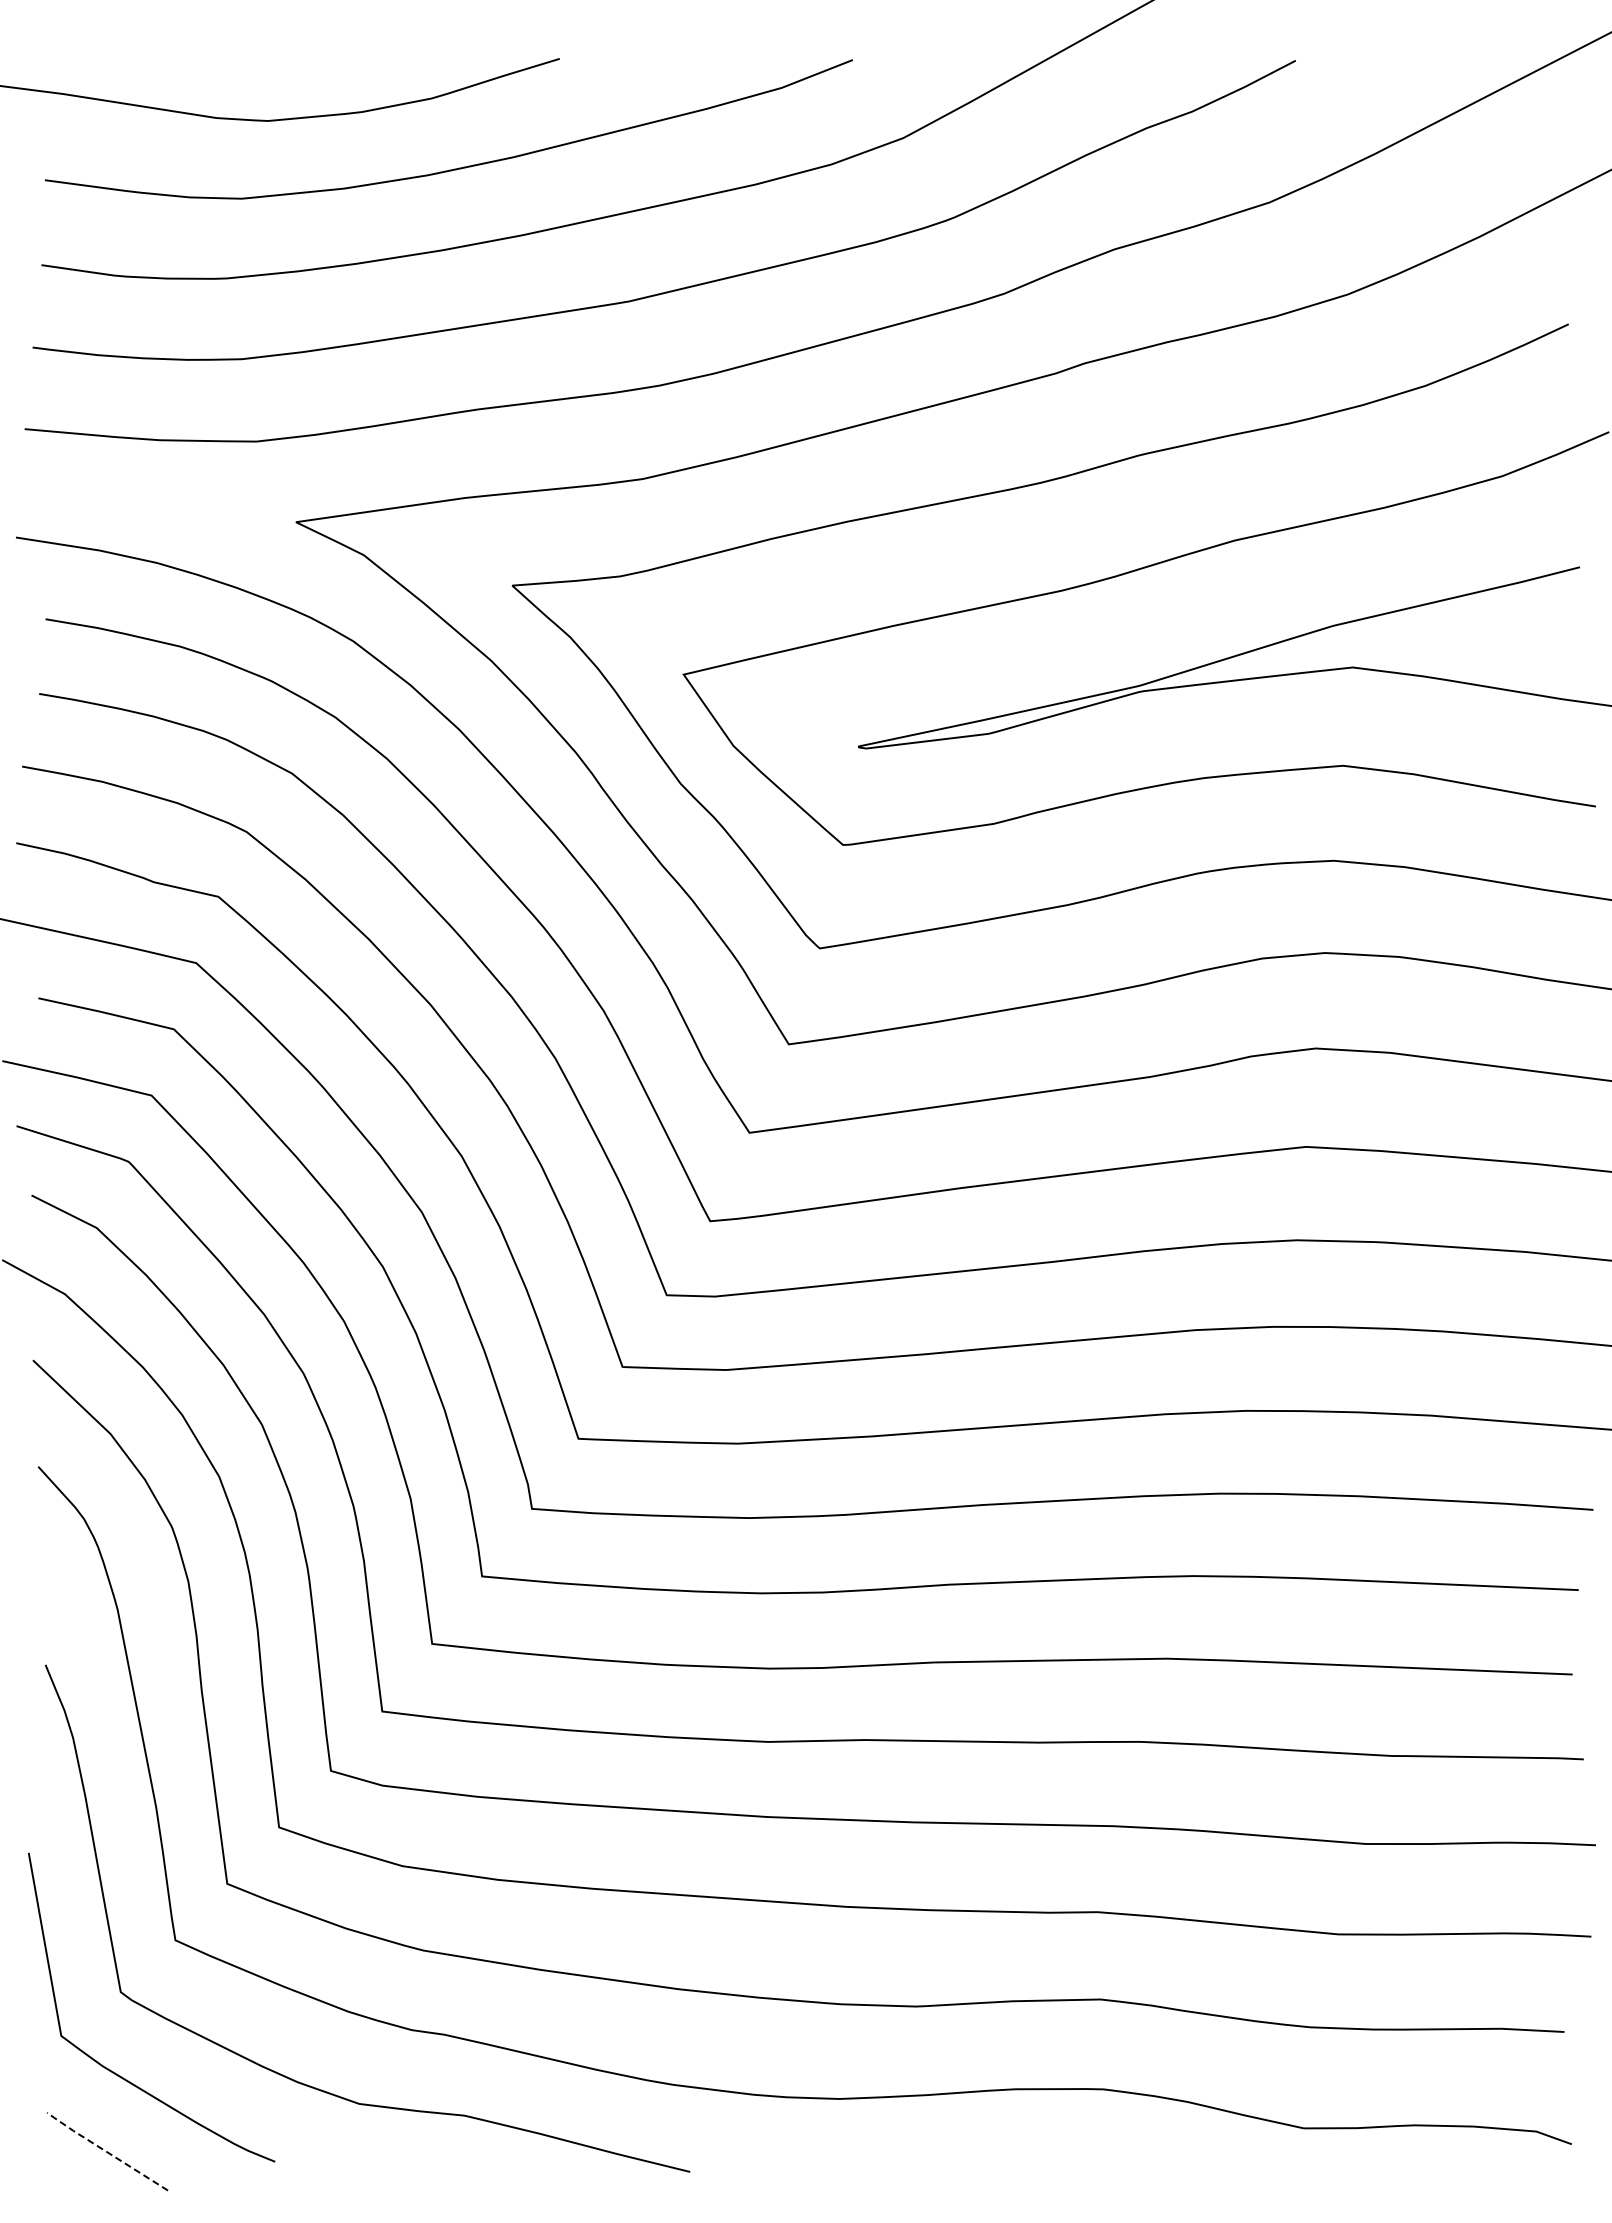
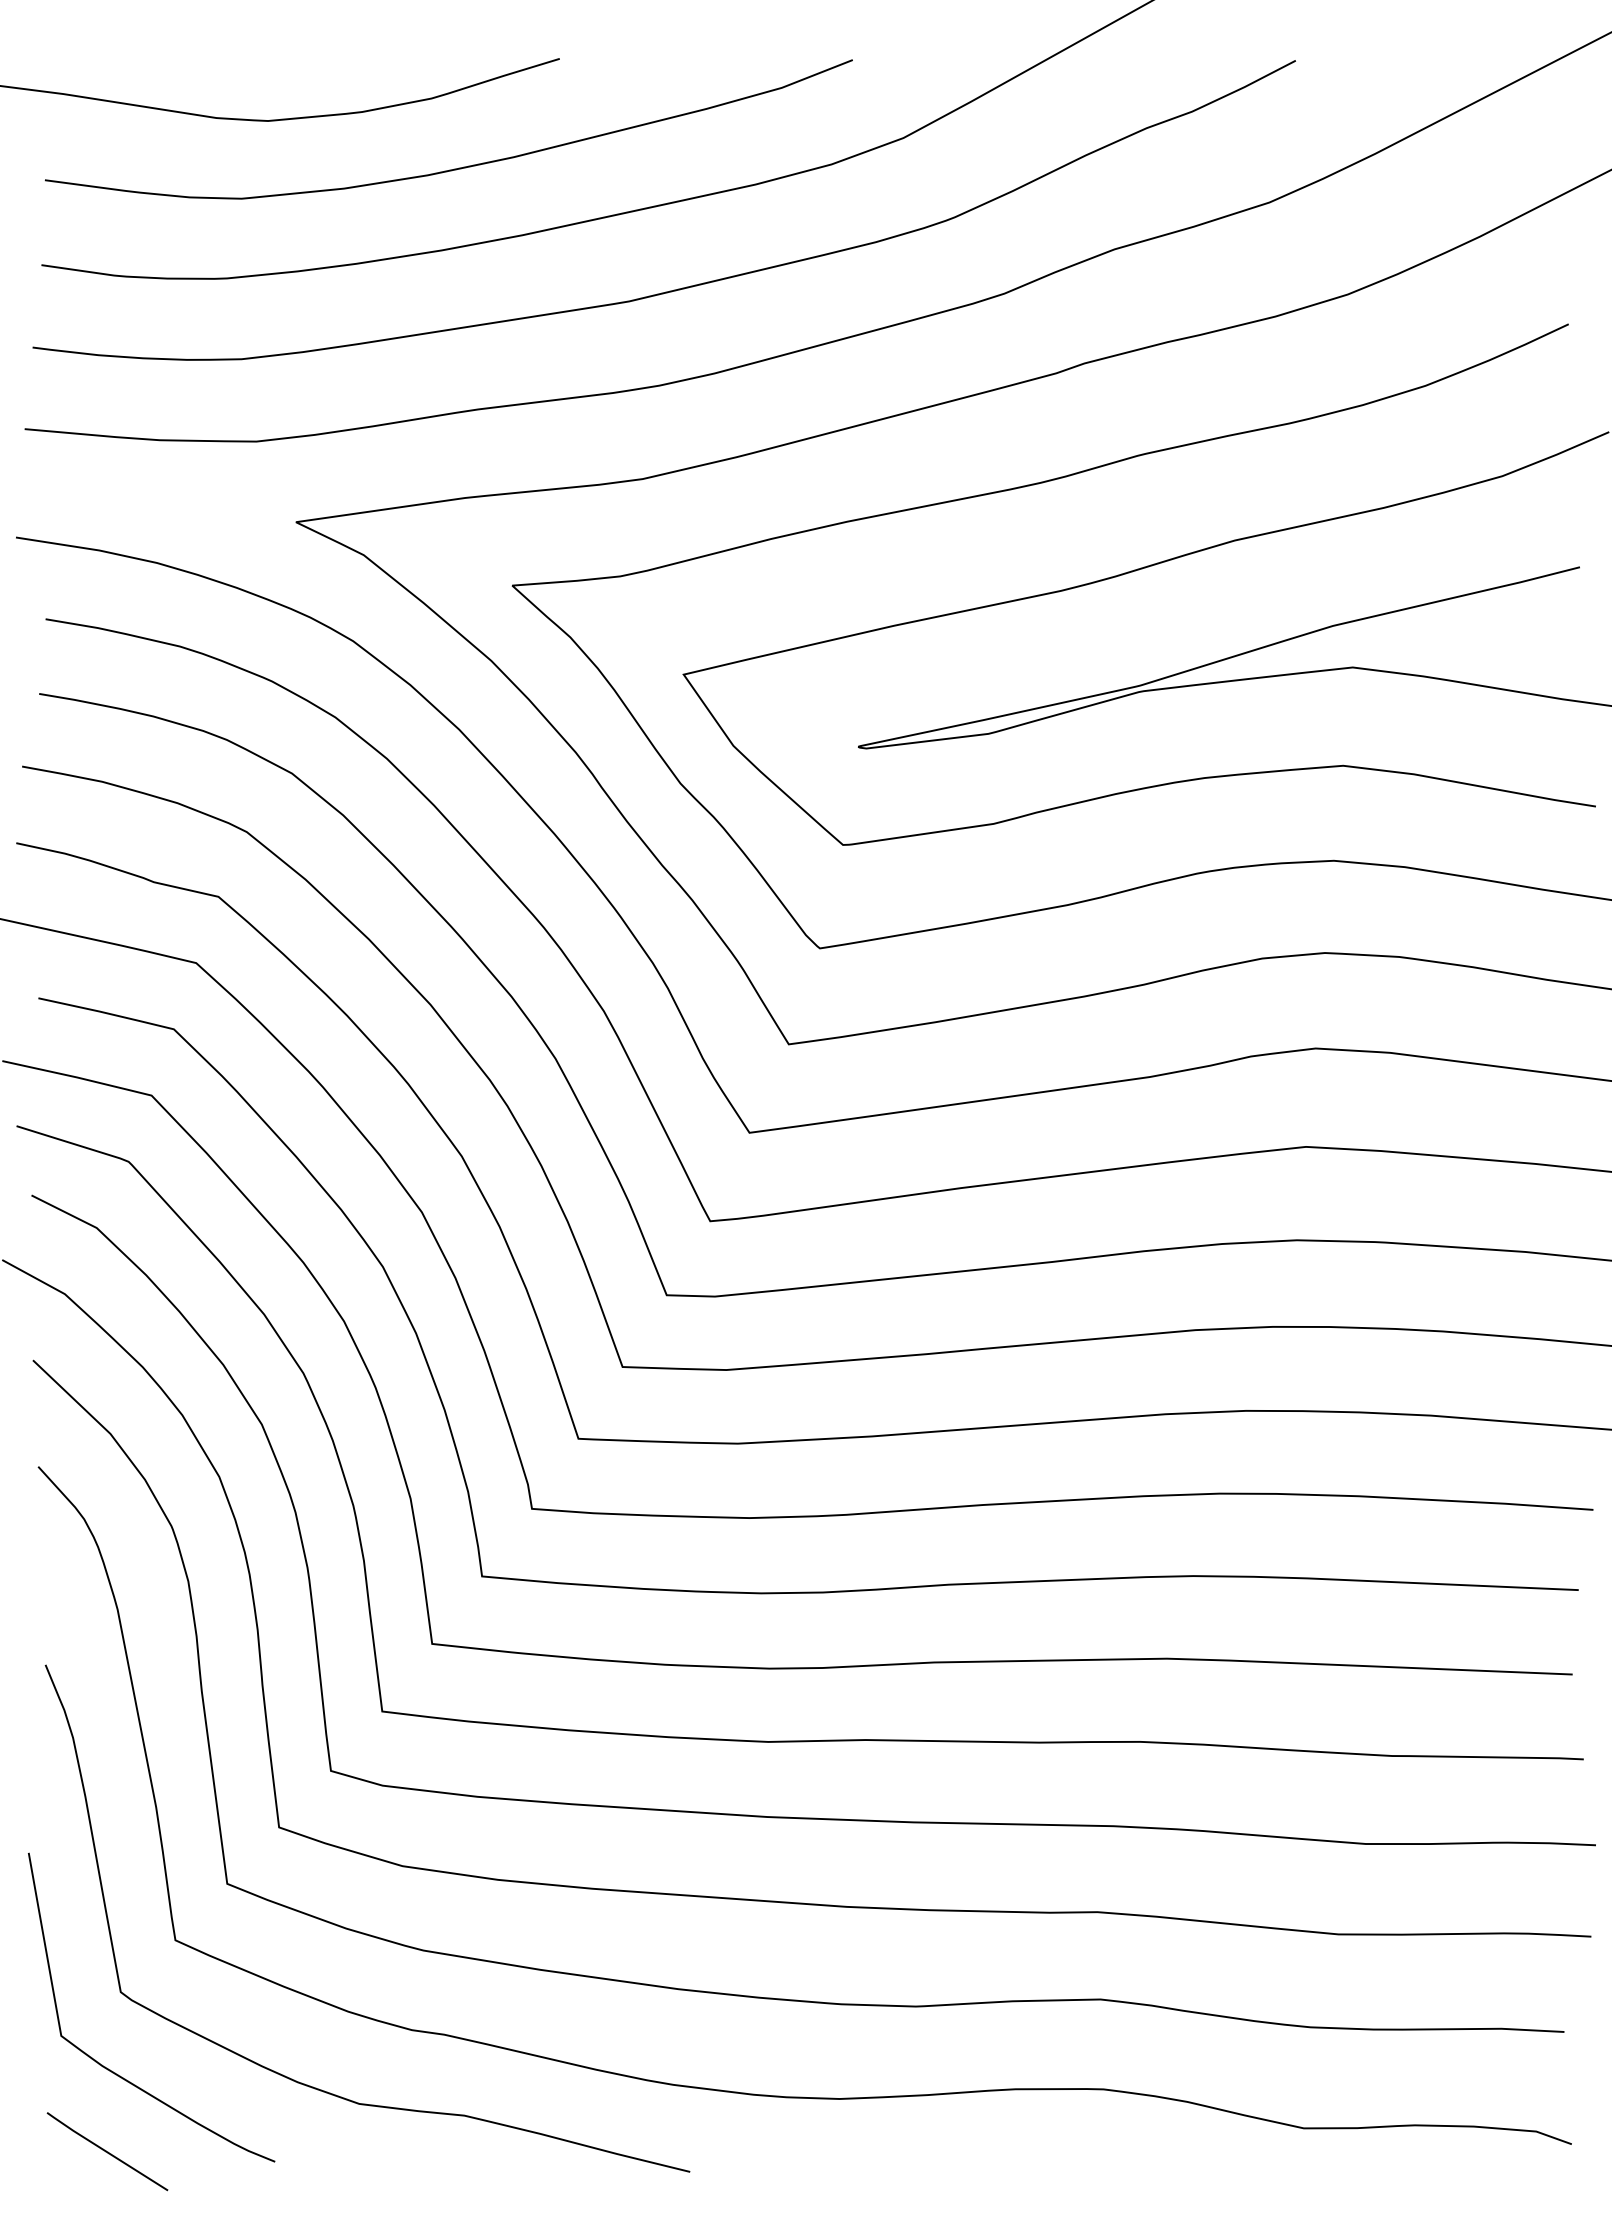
line at (105, 2151): dashed -> solid
